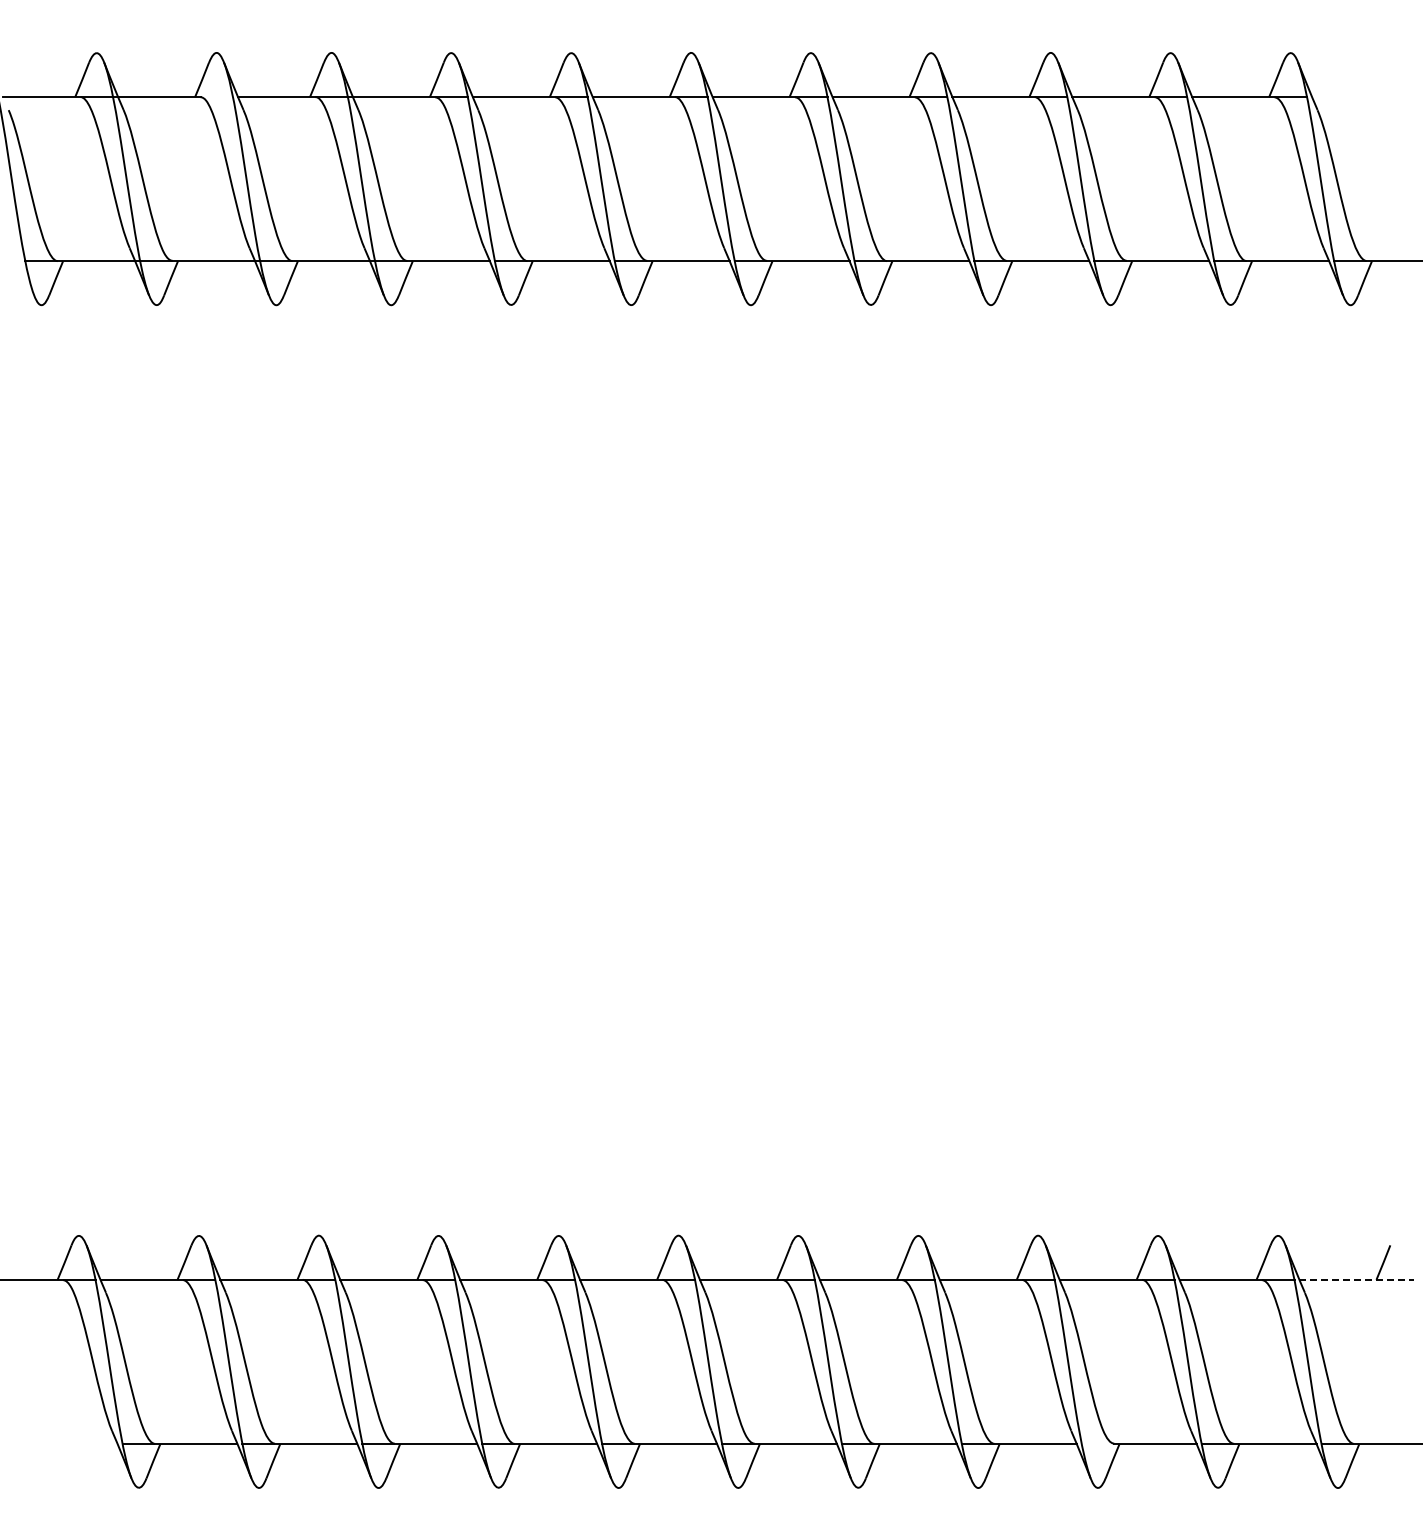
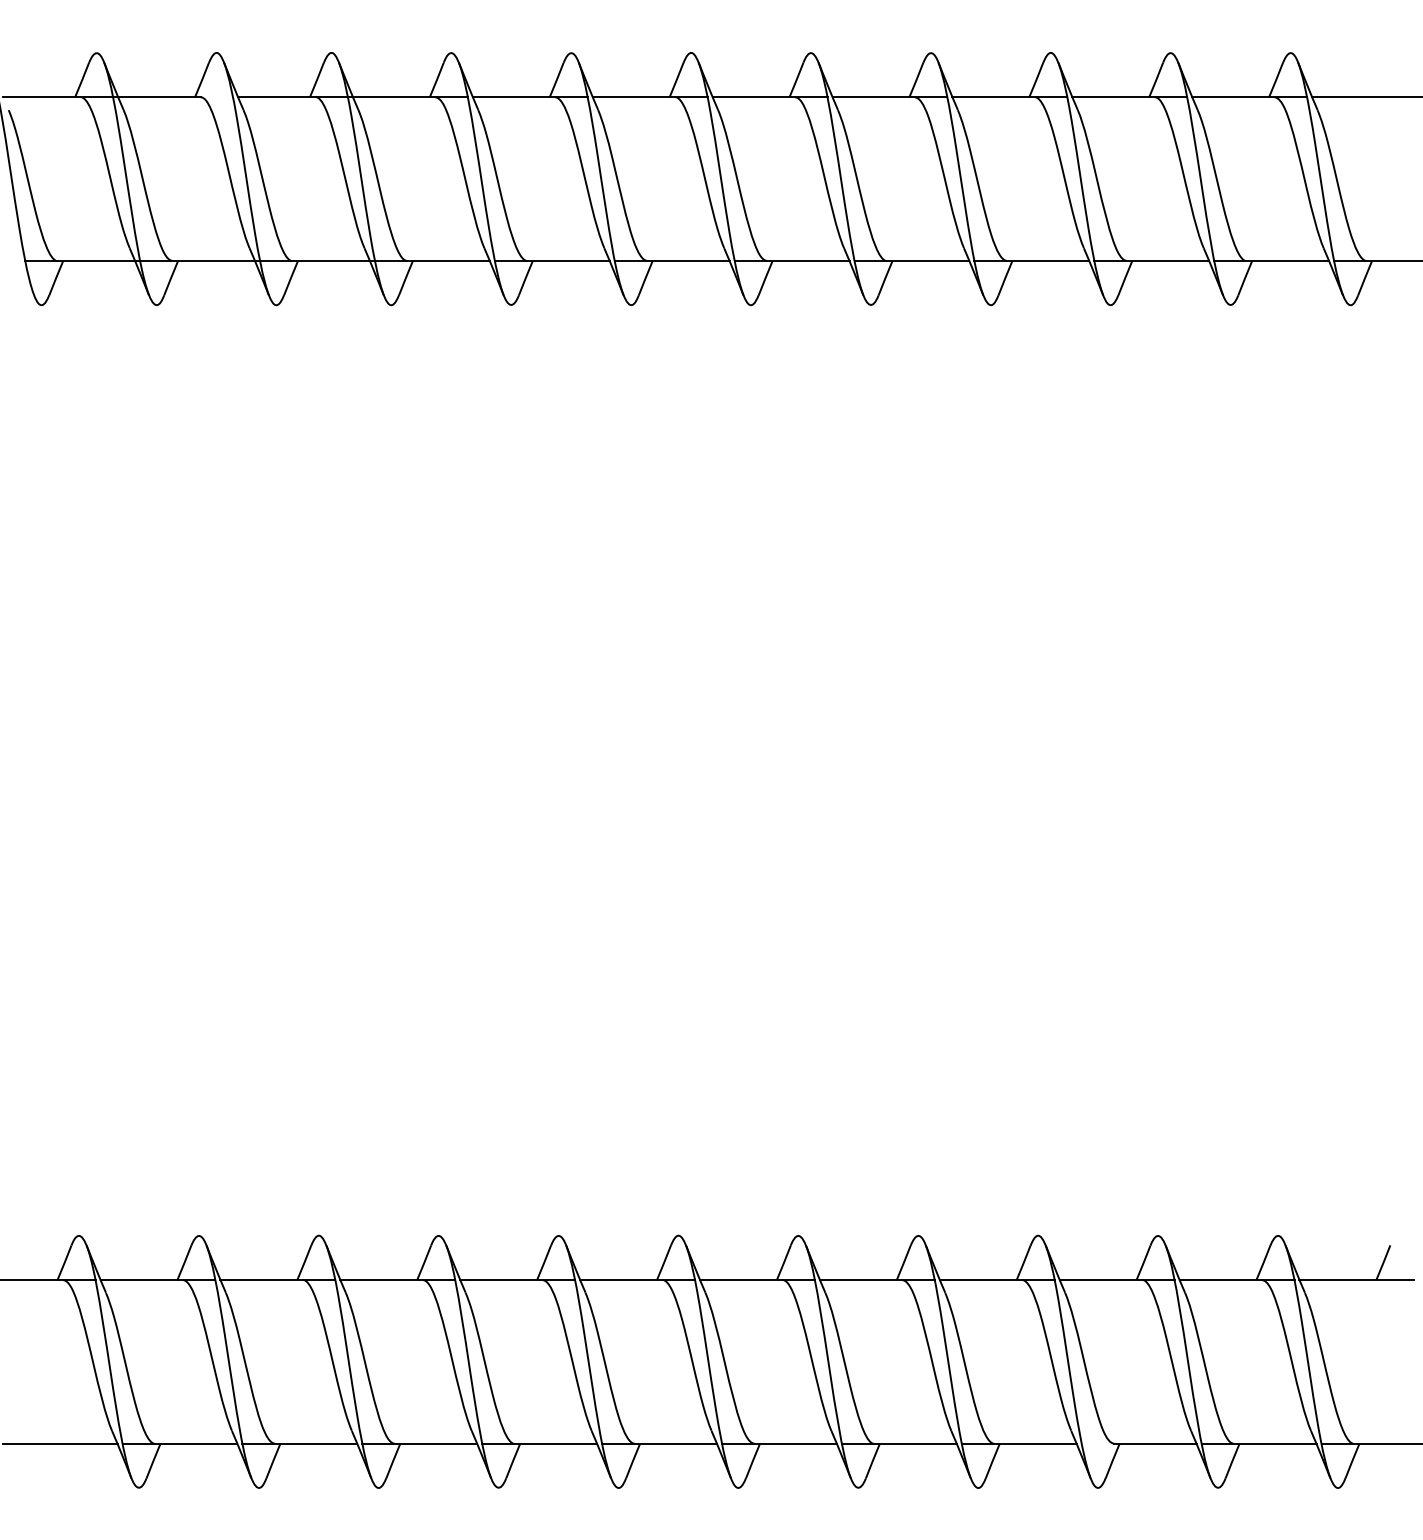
line at (1365, 97): none -> present
line at (1357, 1279): dashed -> solid
line at (59, 1443): none -> present
